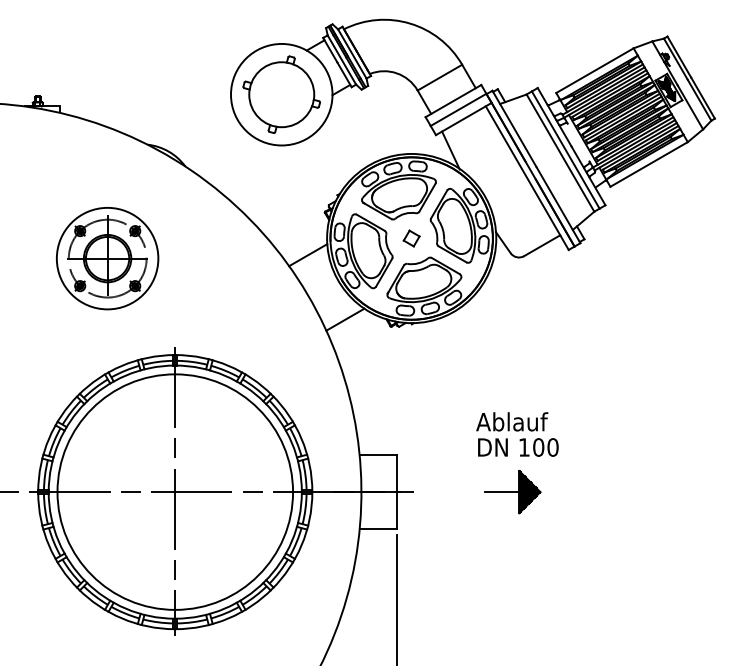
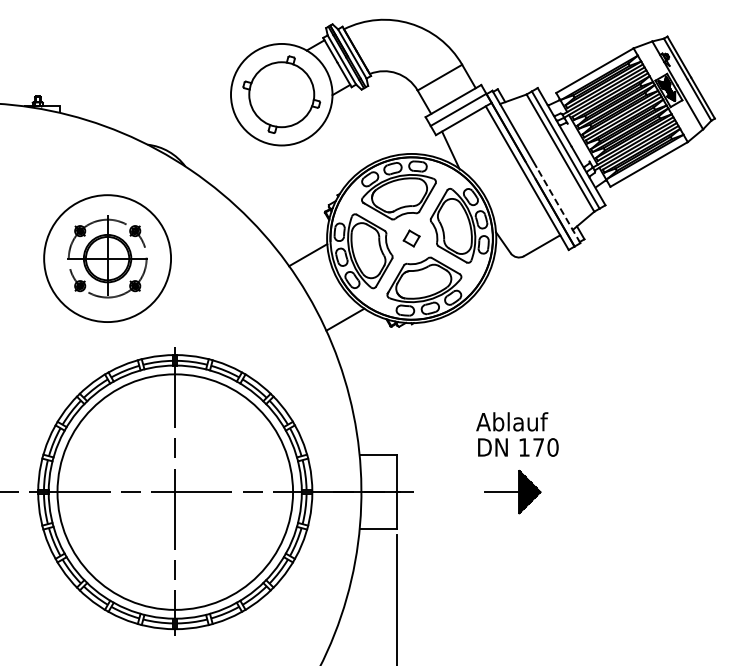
line at (558, 205): solid -> dashed
circle at (107, 258) diameter: 102 px -> 127 px
text at (538, 447): 100 -> 170
